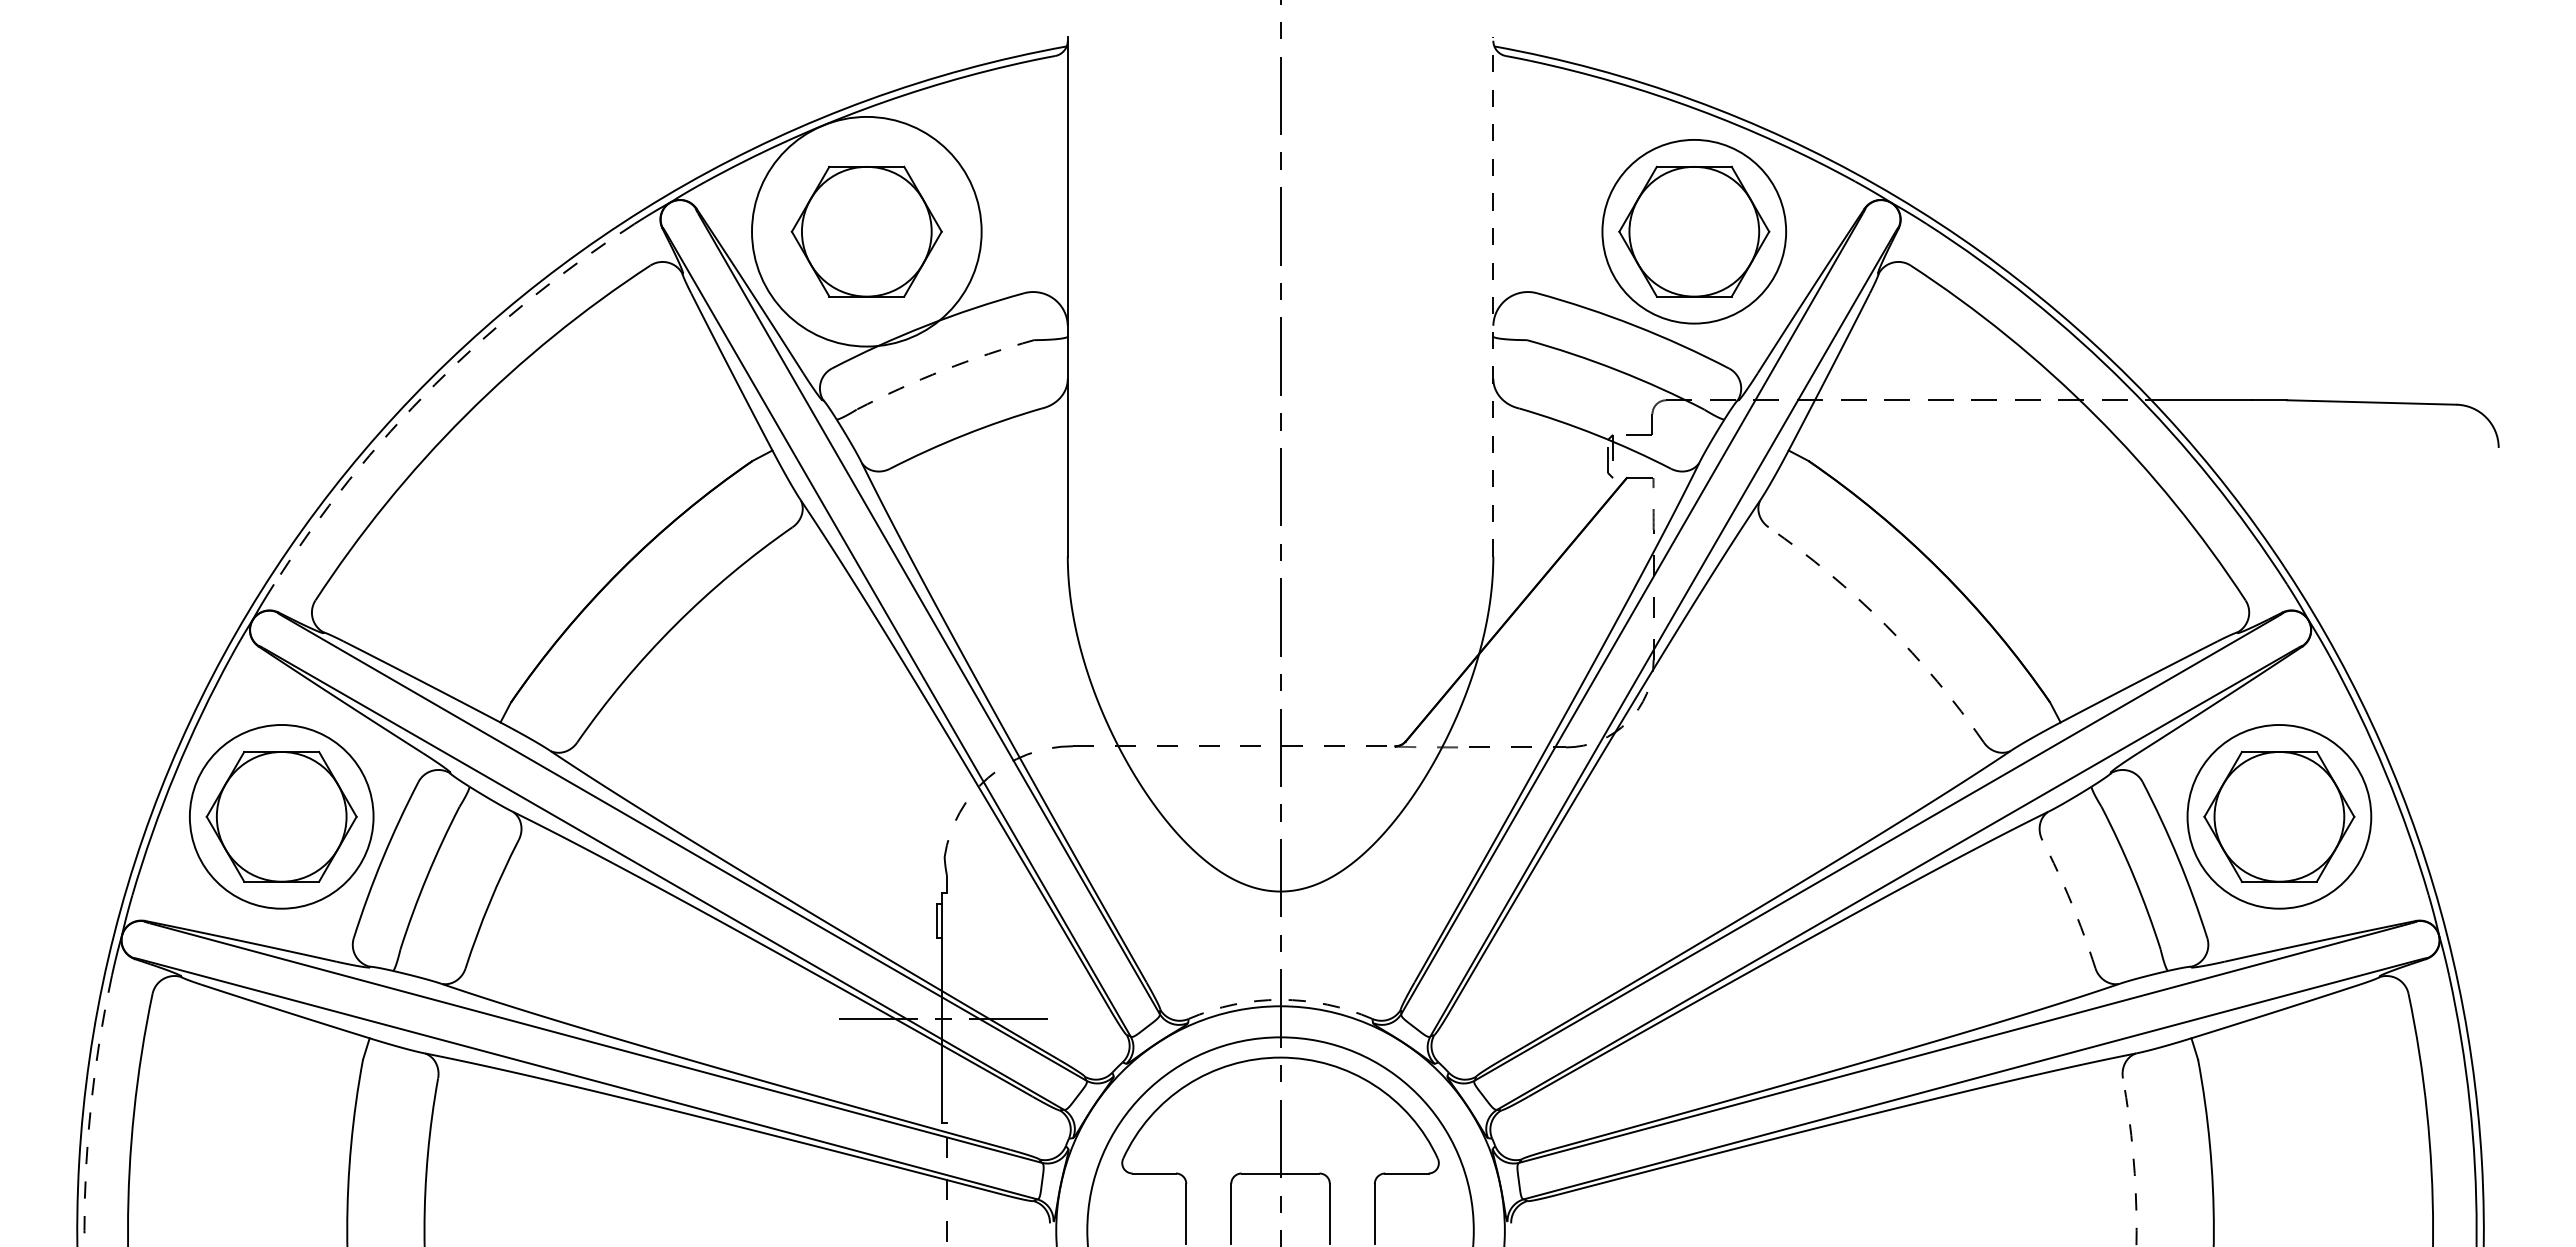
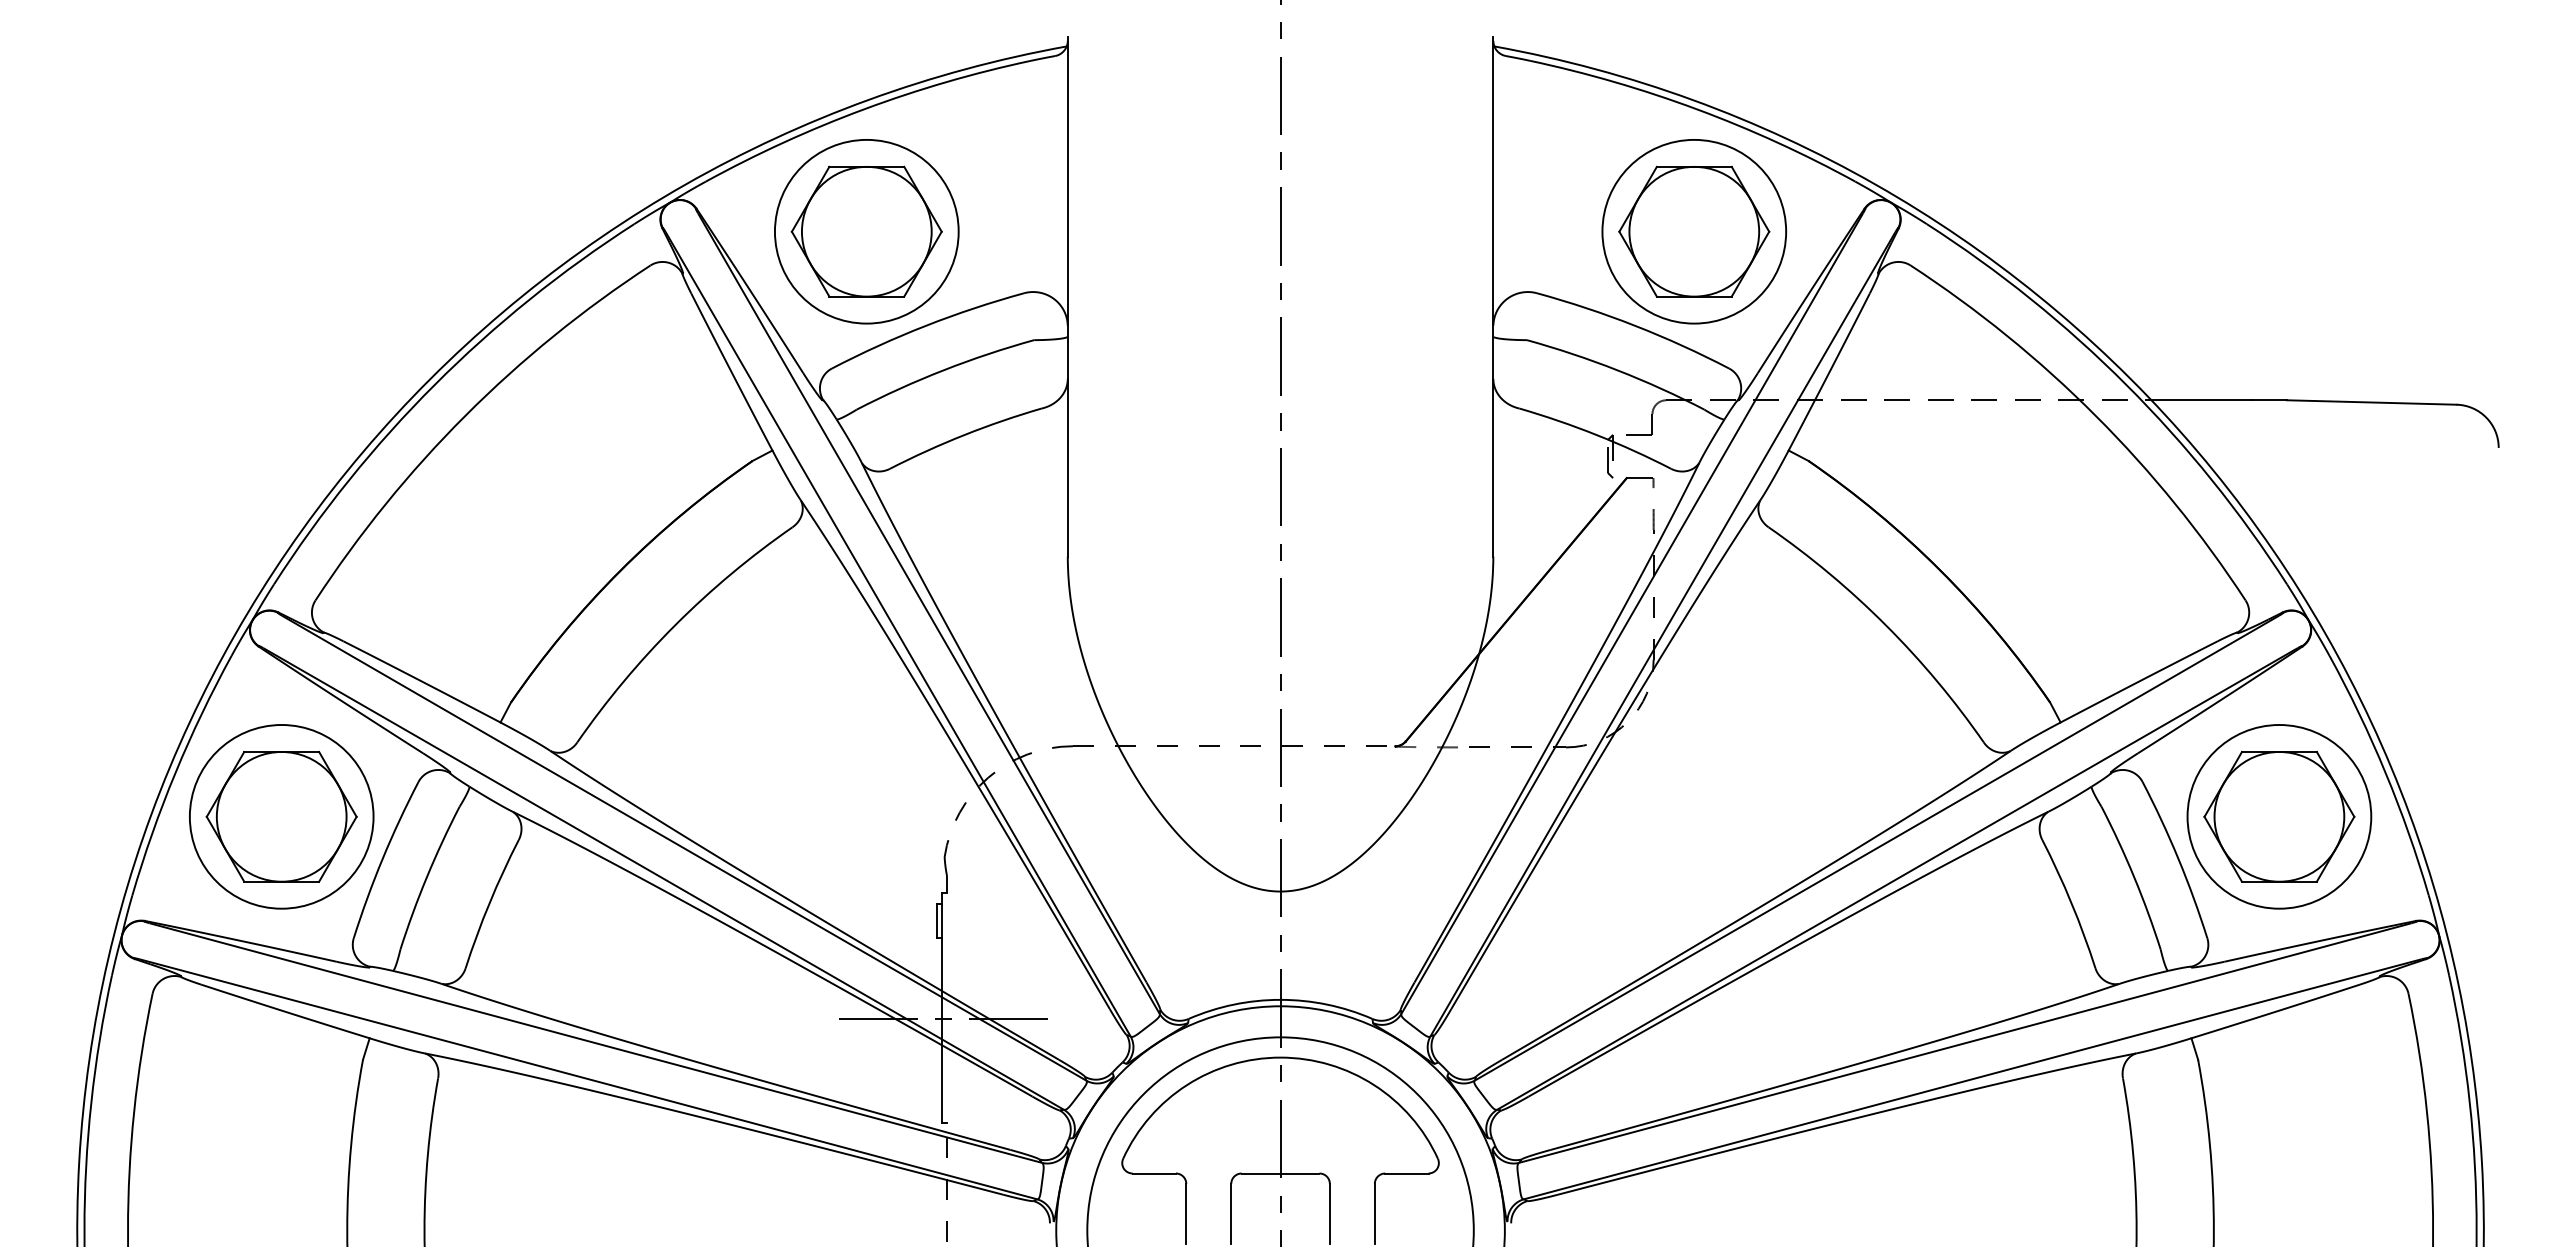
circle at (866, 231) diameter: 230 px -> 184 px
line at (1493, 296): dashed -> solid
arc at (943, 370): dashed -> solid
arc at (434, 384): dashed -> solid
arc at (1885, 625): dashed -> solid
arc at (2071, 902): dashed -> solid
arc at (1280, 999): dashed -> solid
arc at (90, 1110): dashed -> solid
arc at (2133, 1161): dashed -> solid
